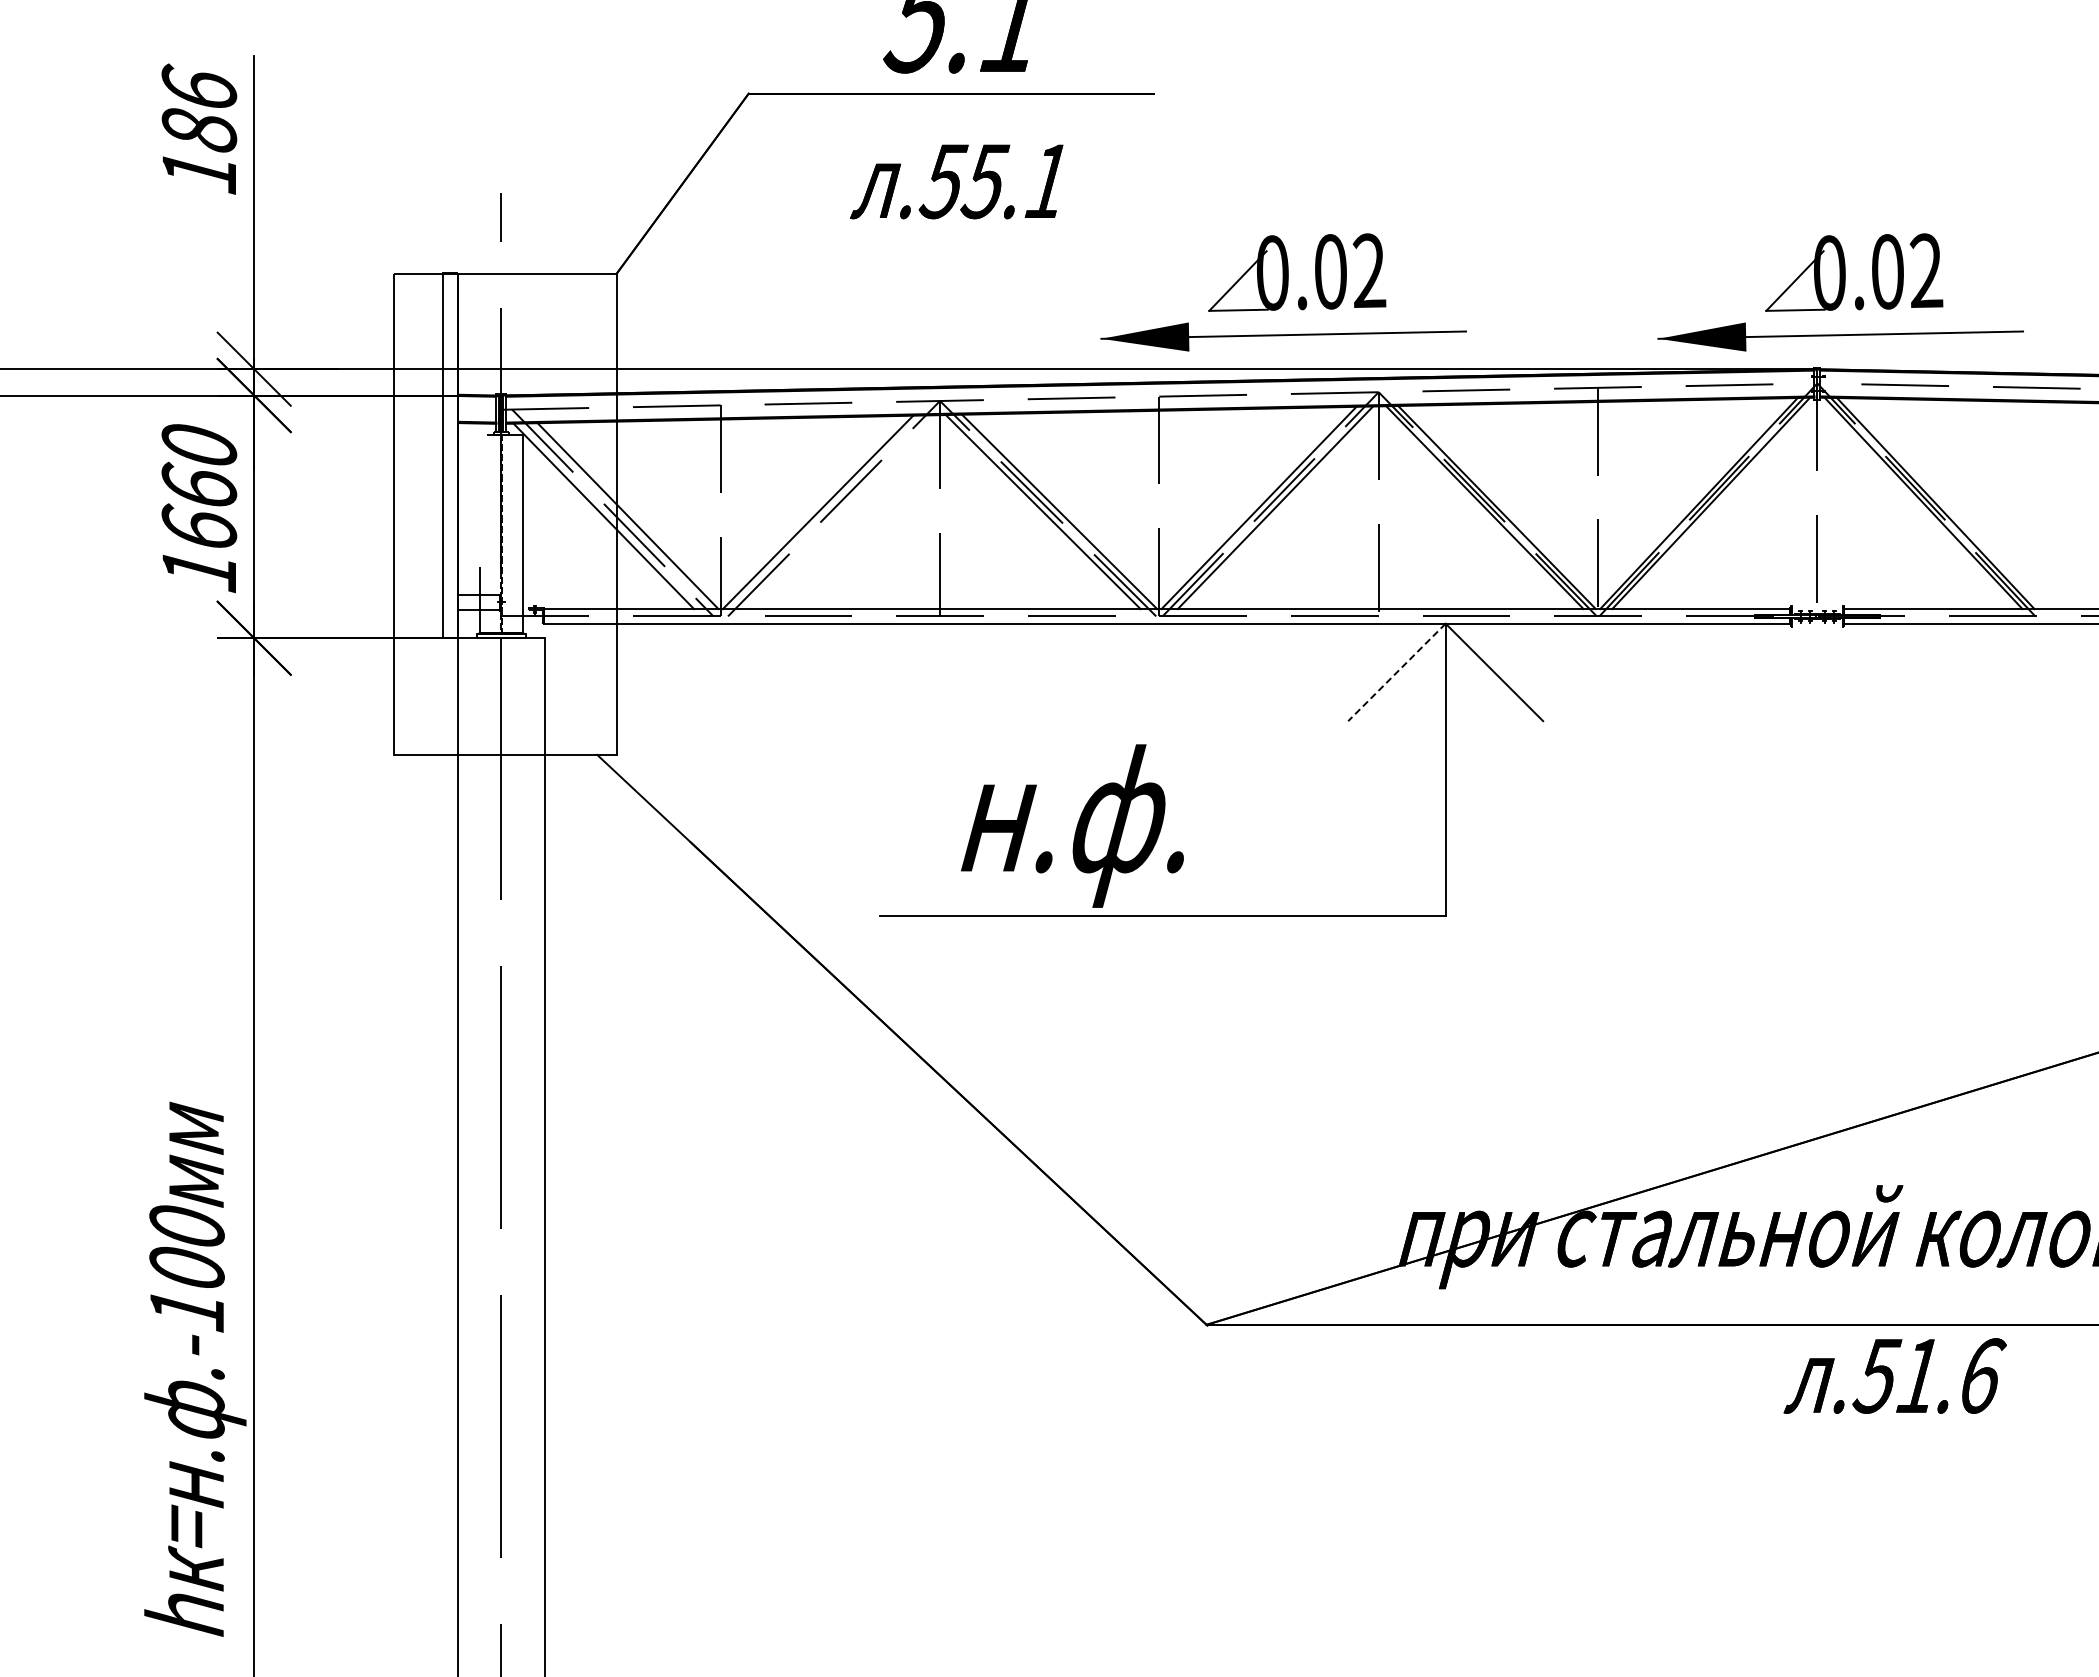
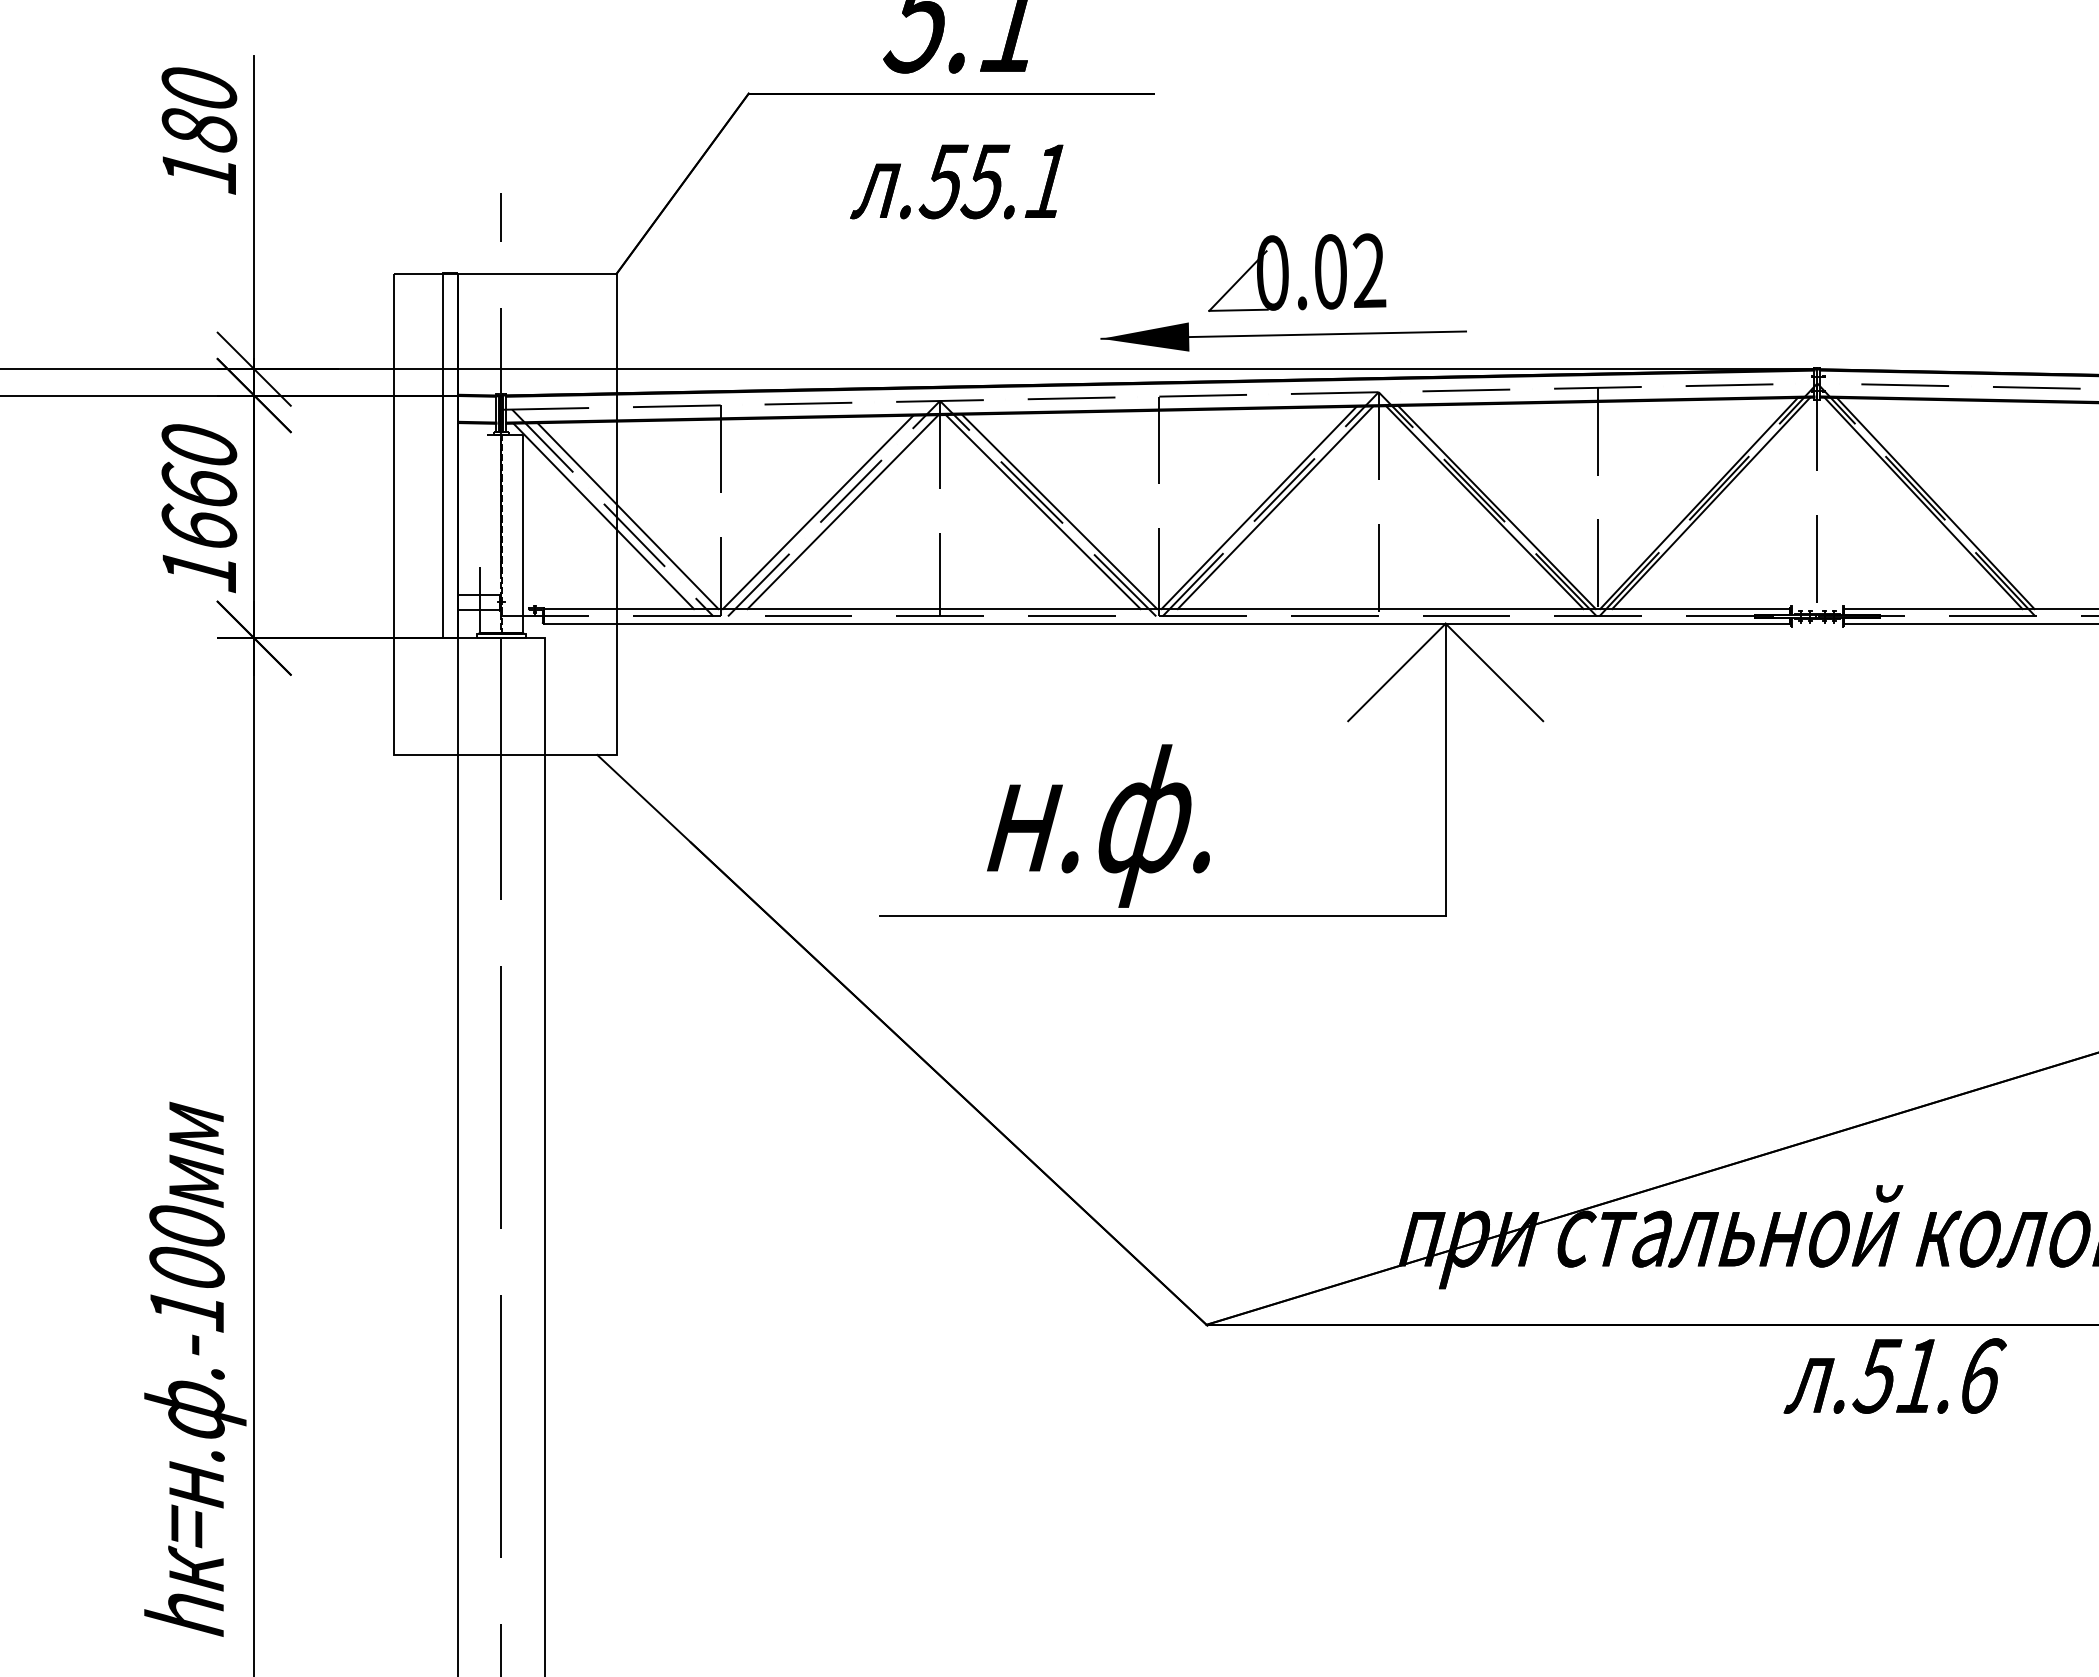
text at (199, 85): 186 -> 180
part at (1840, 292): present -> none
line at (842, 512): none -> present
line at (1396, 672): dashed -> solid
text at (1072, 825) position: (1072, 825) -> (1098, 825)
